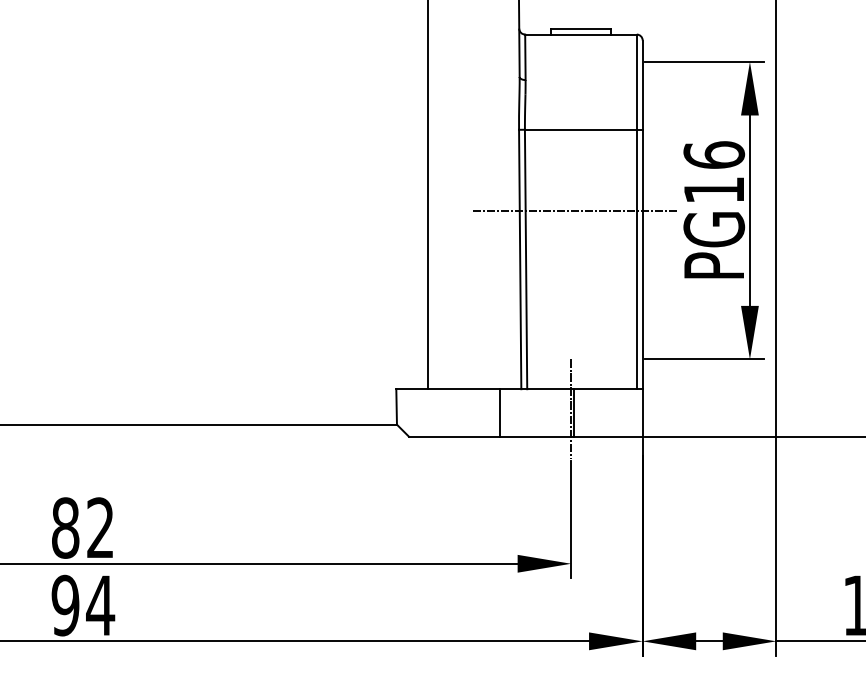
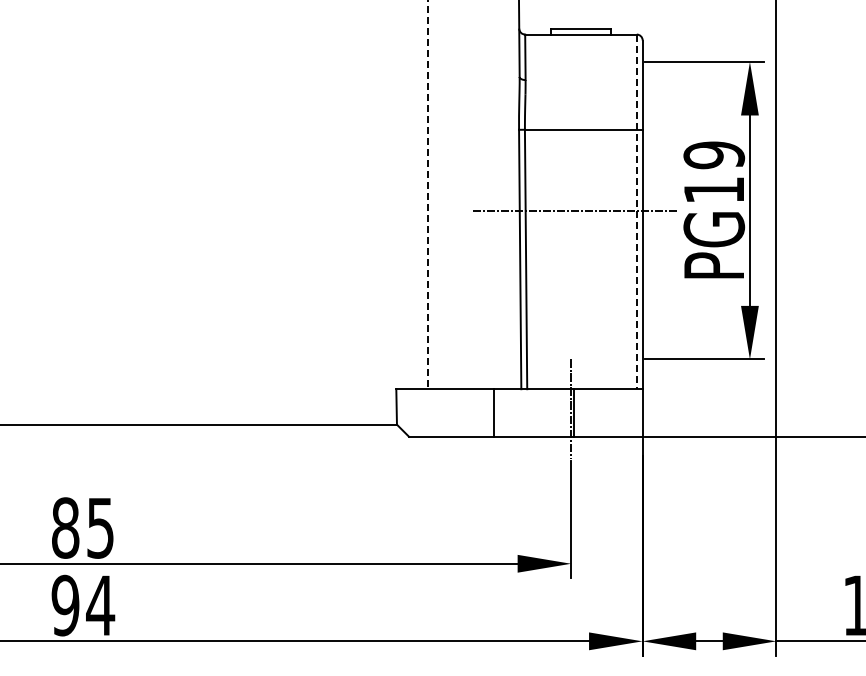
text at (714, 155): PG16 -> PG19
line at (428, 195): solid -> dashed
line at (636, 212): solid -> dashed
line at (499, 412) position: (499, 412) -> (493, 412)
text at (100, 527): 82 -> 85
